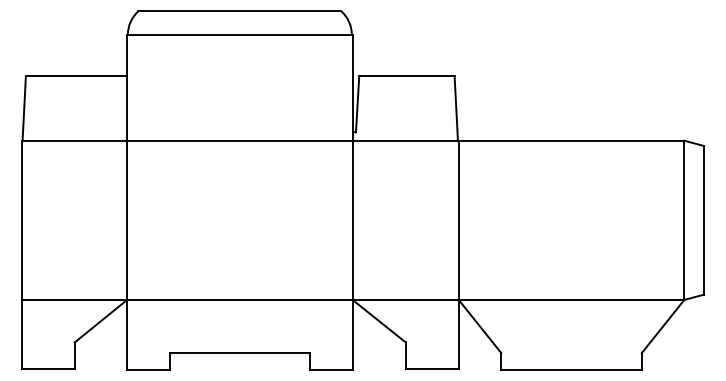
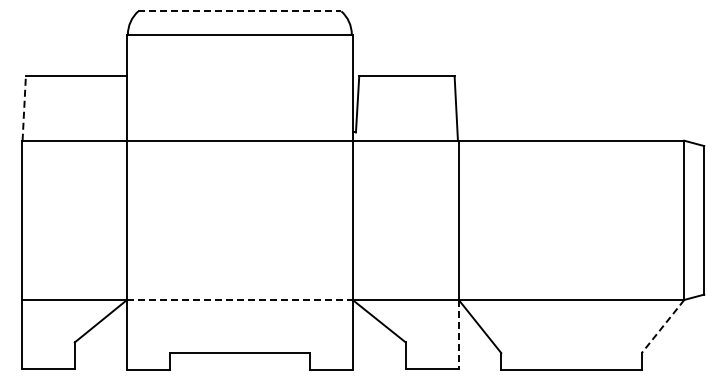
line at (239, 11): solid -> dashed
line at (24, 107): solid -> dashed
line at (239, 299): solid -> dashed
line at (663, 326): solid -> dashed
line at (458, 334): solid -> dashed
